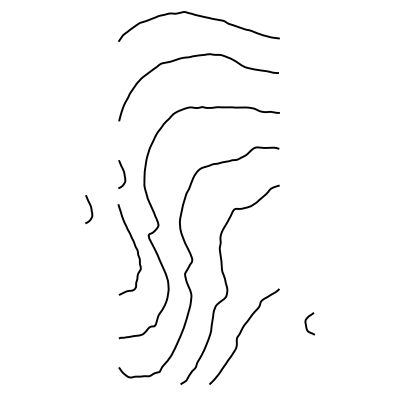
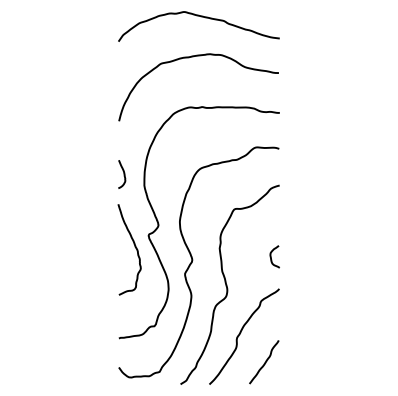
curve at (90, 209): present -> none
curve at (306, 323) position: (306, 323) -> (271, 256)
curve at (264, 362): none -> present
